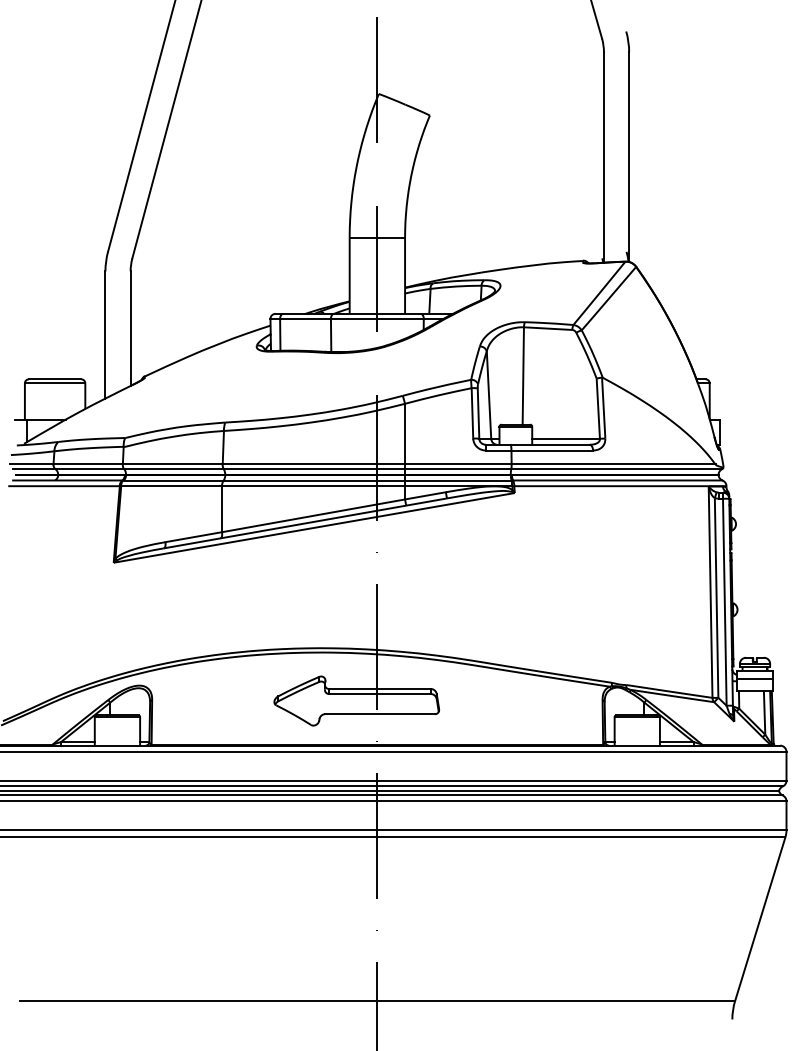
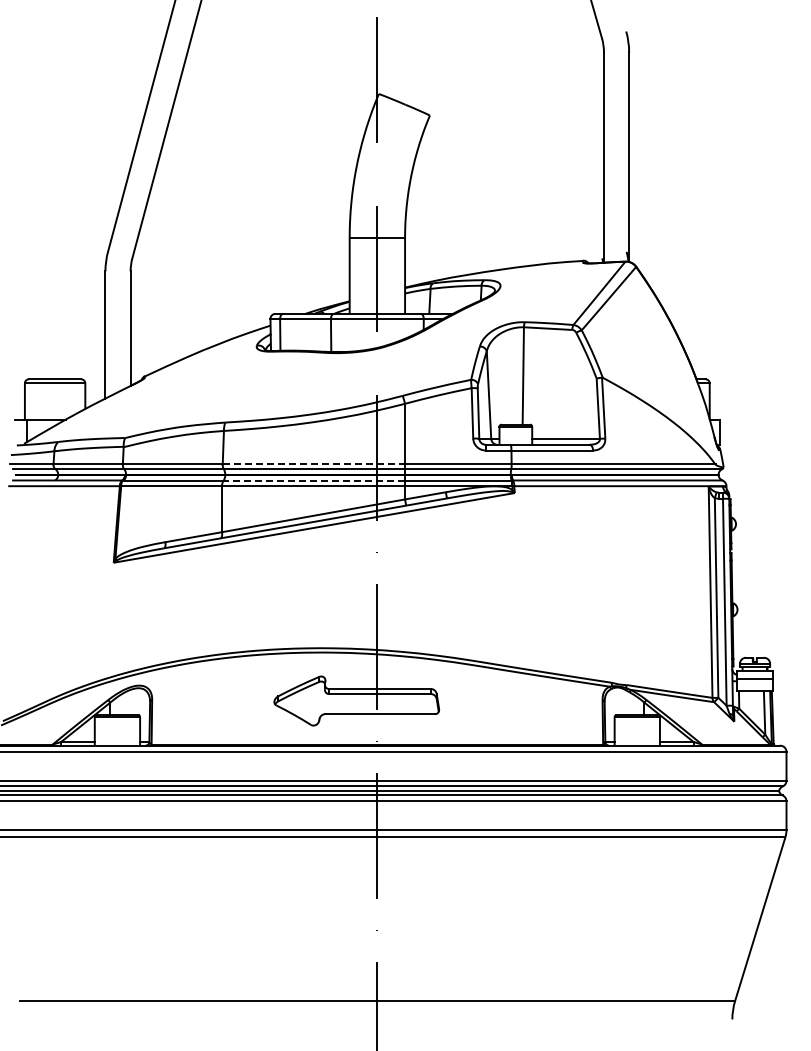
line at (314, 464): solid -> dashed
line at (314, 480): solid -> dashed
